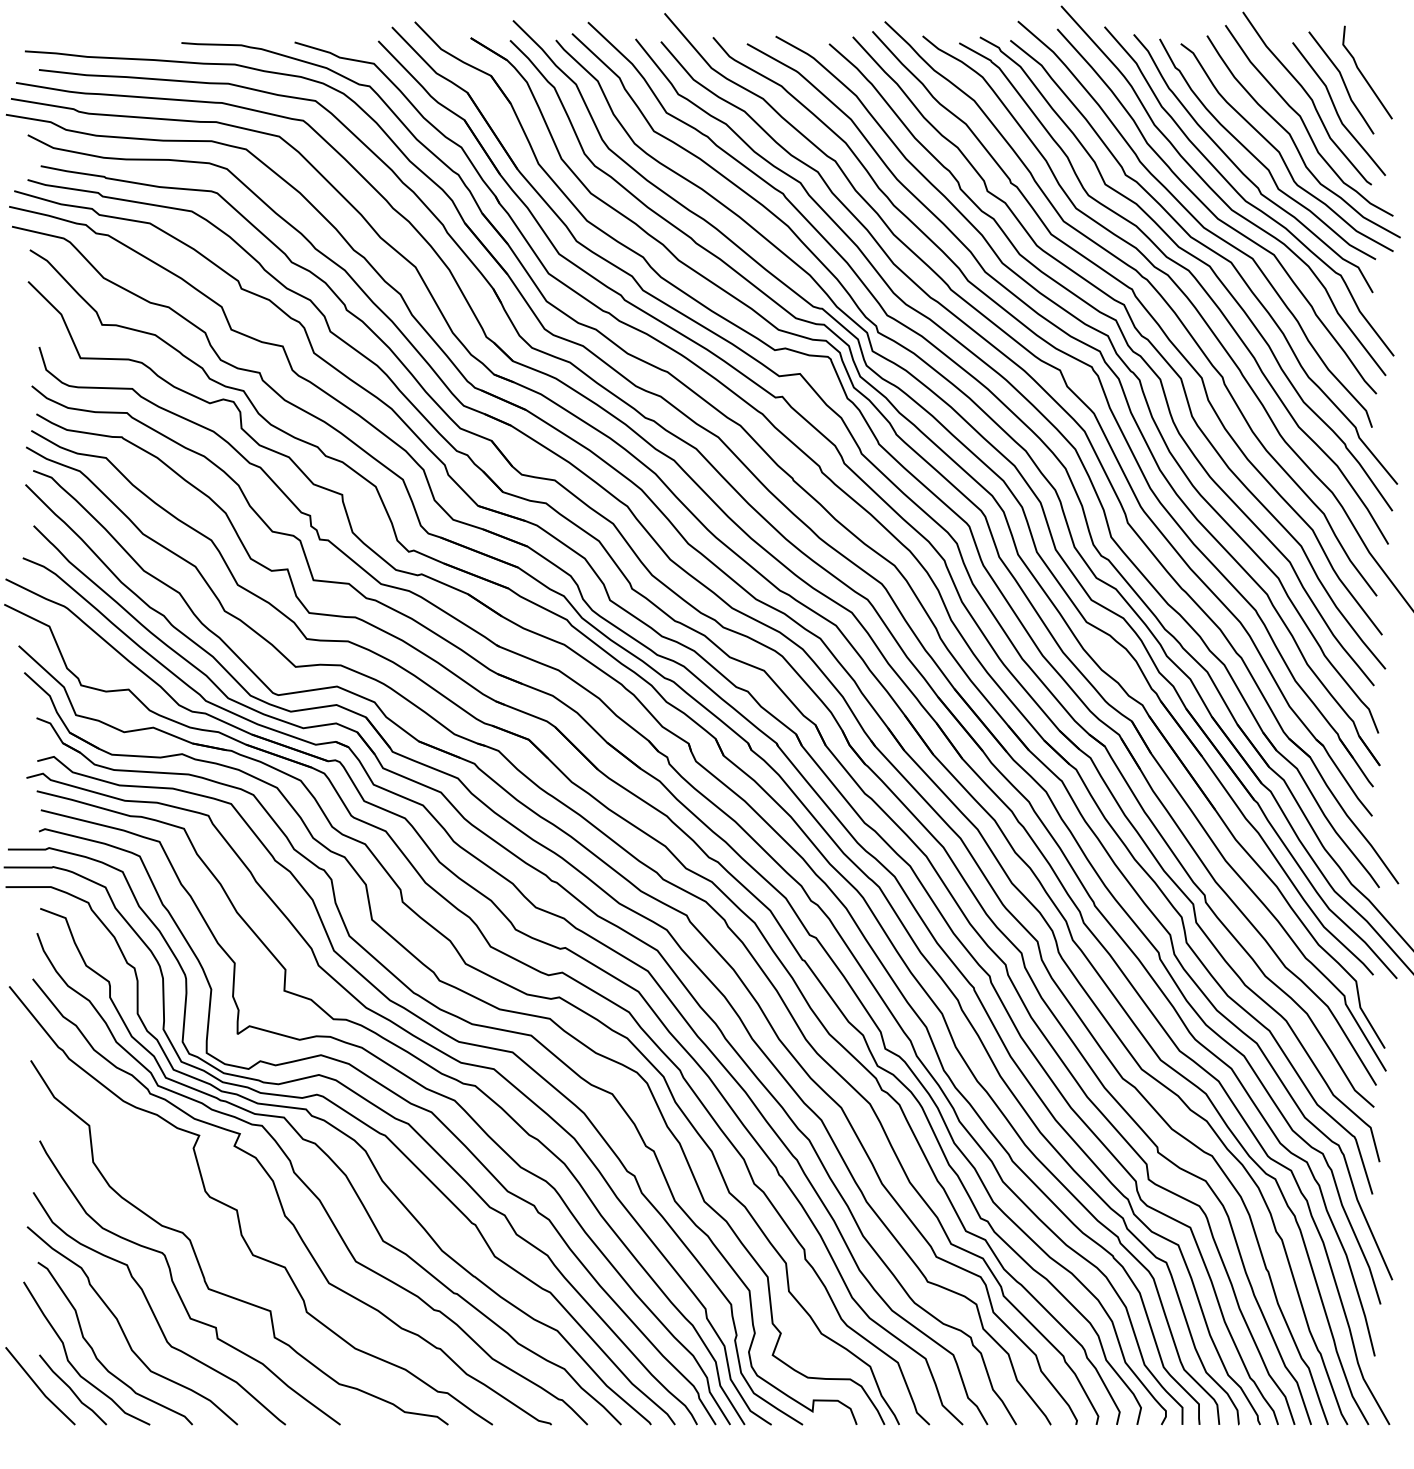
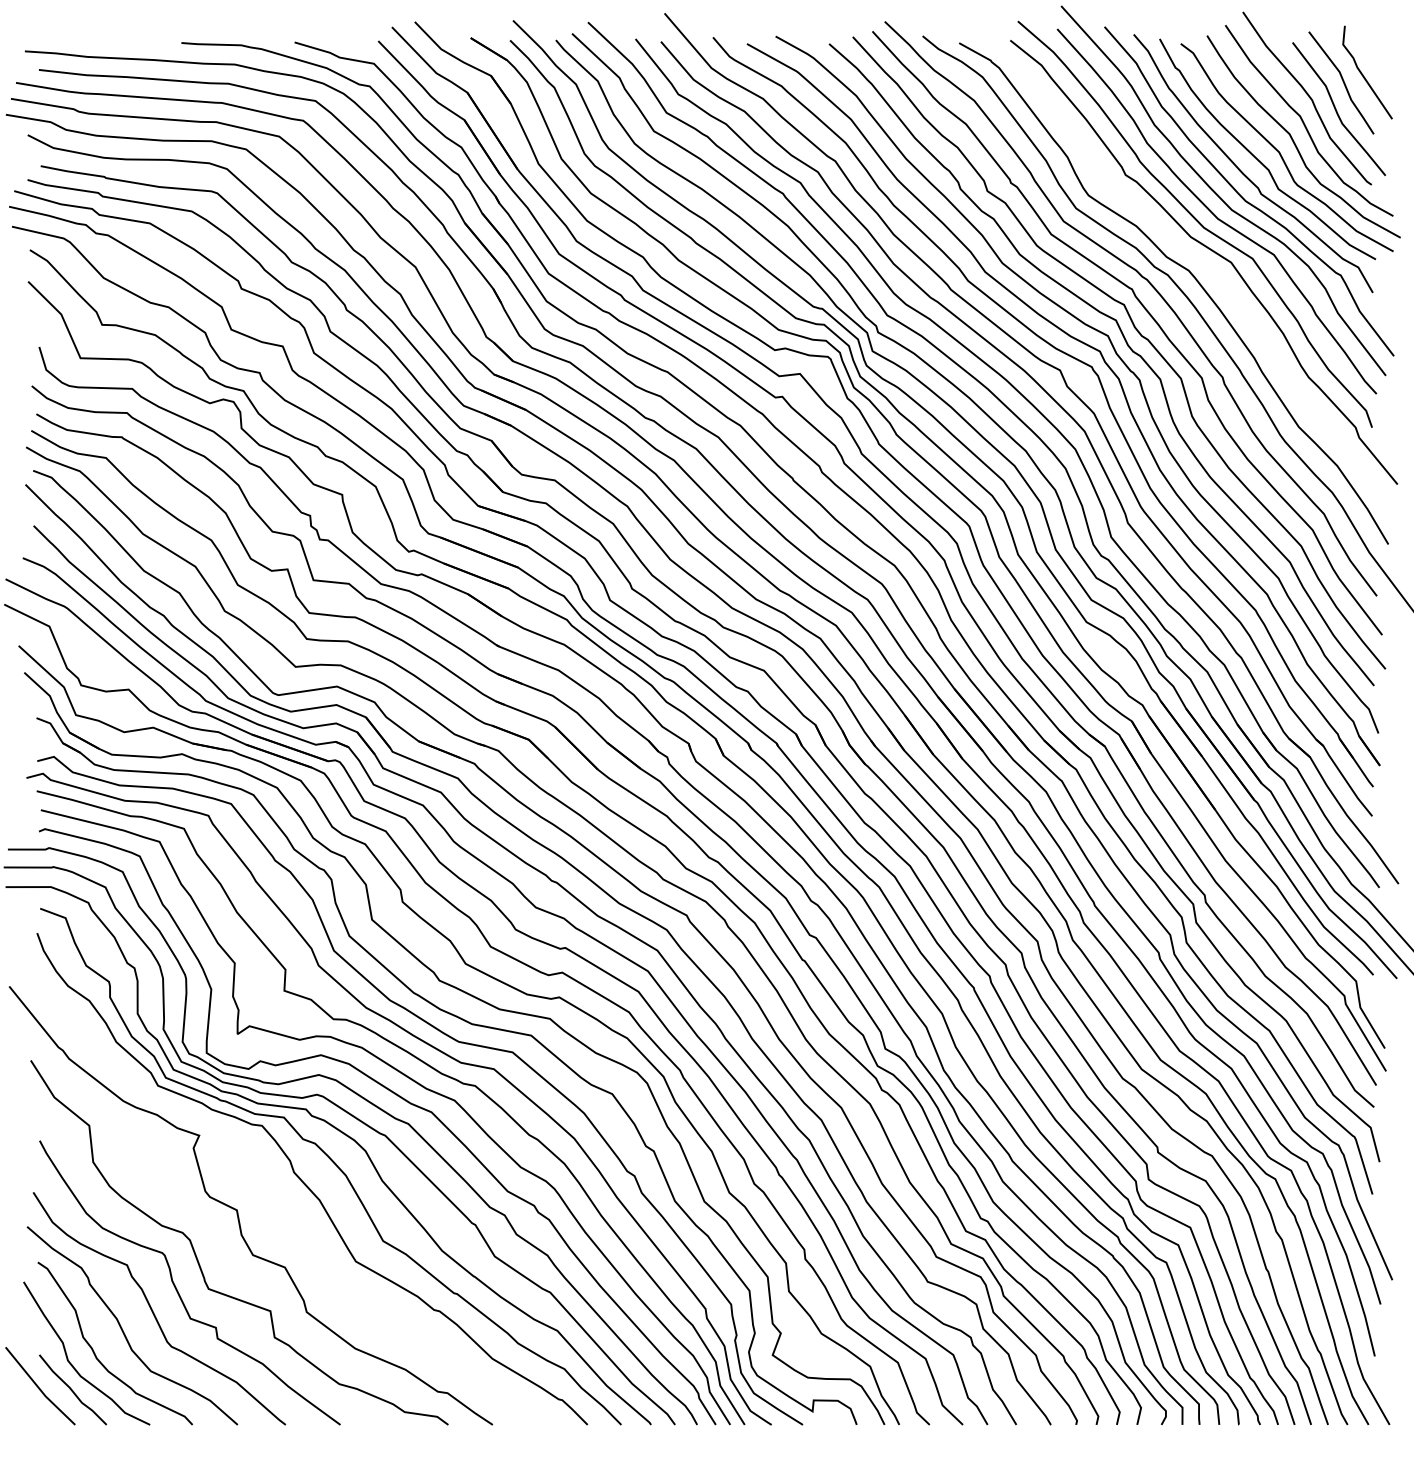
curve at (1196, 259): present -> none
curve at (282, 1204): present -> none
